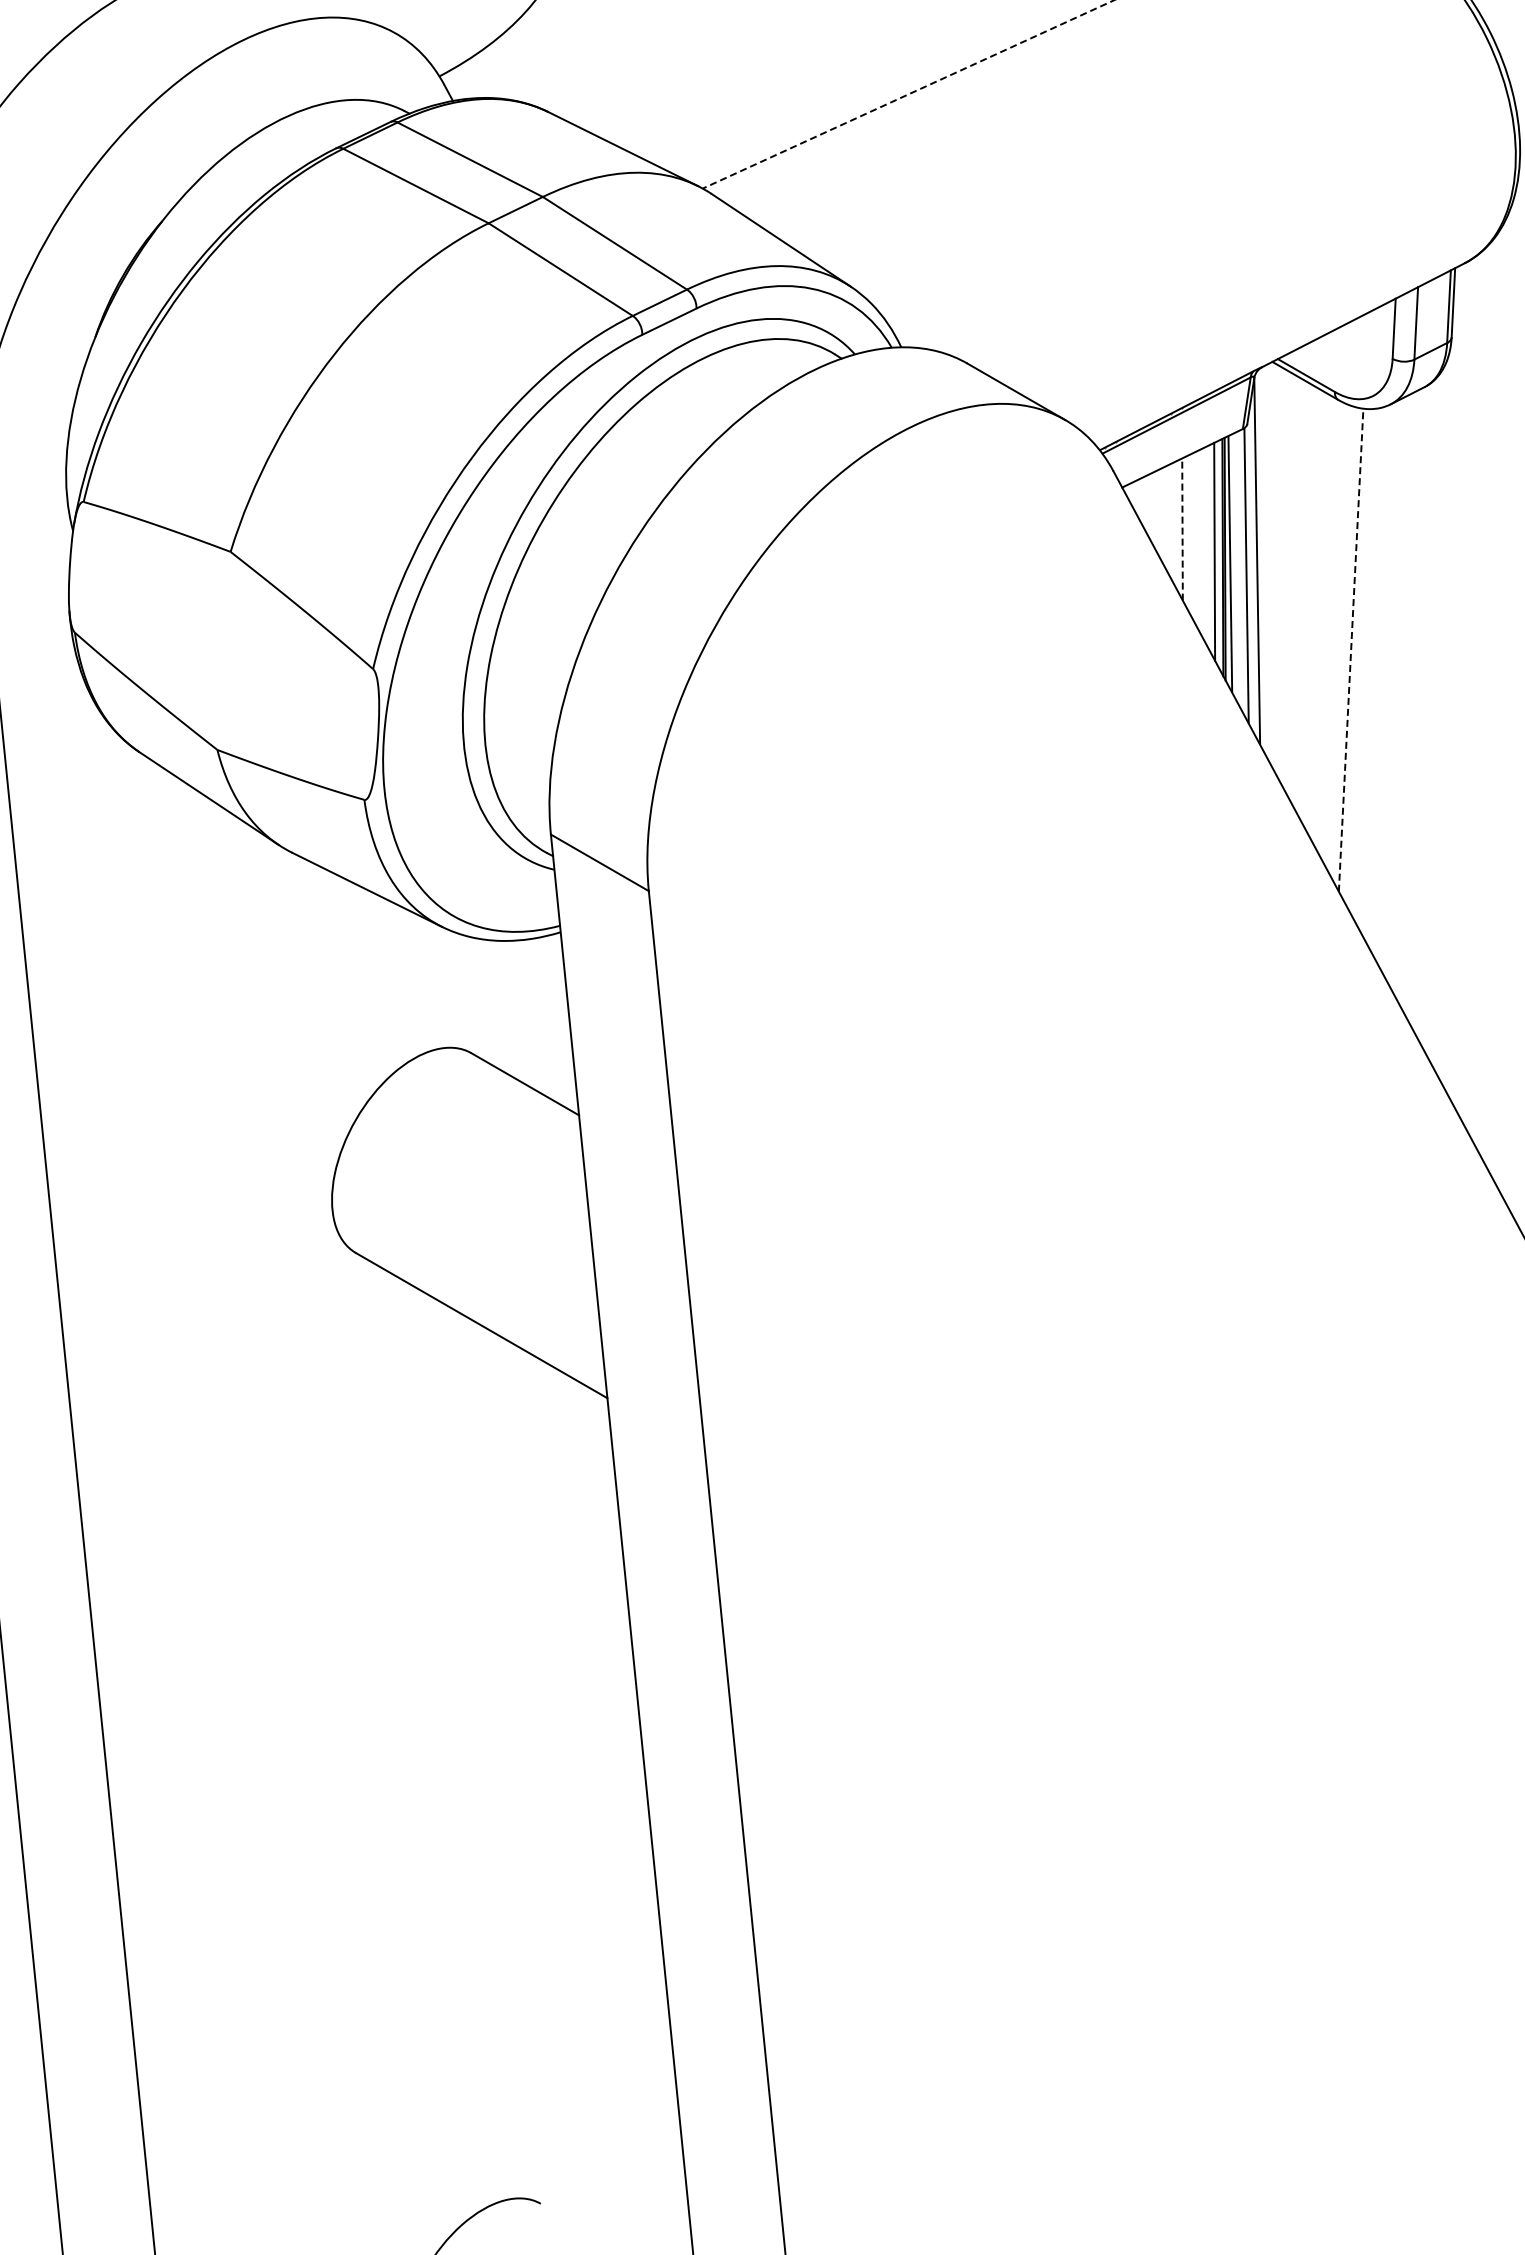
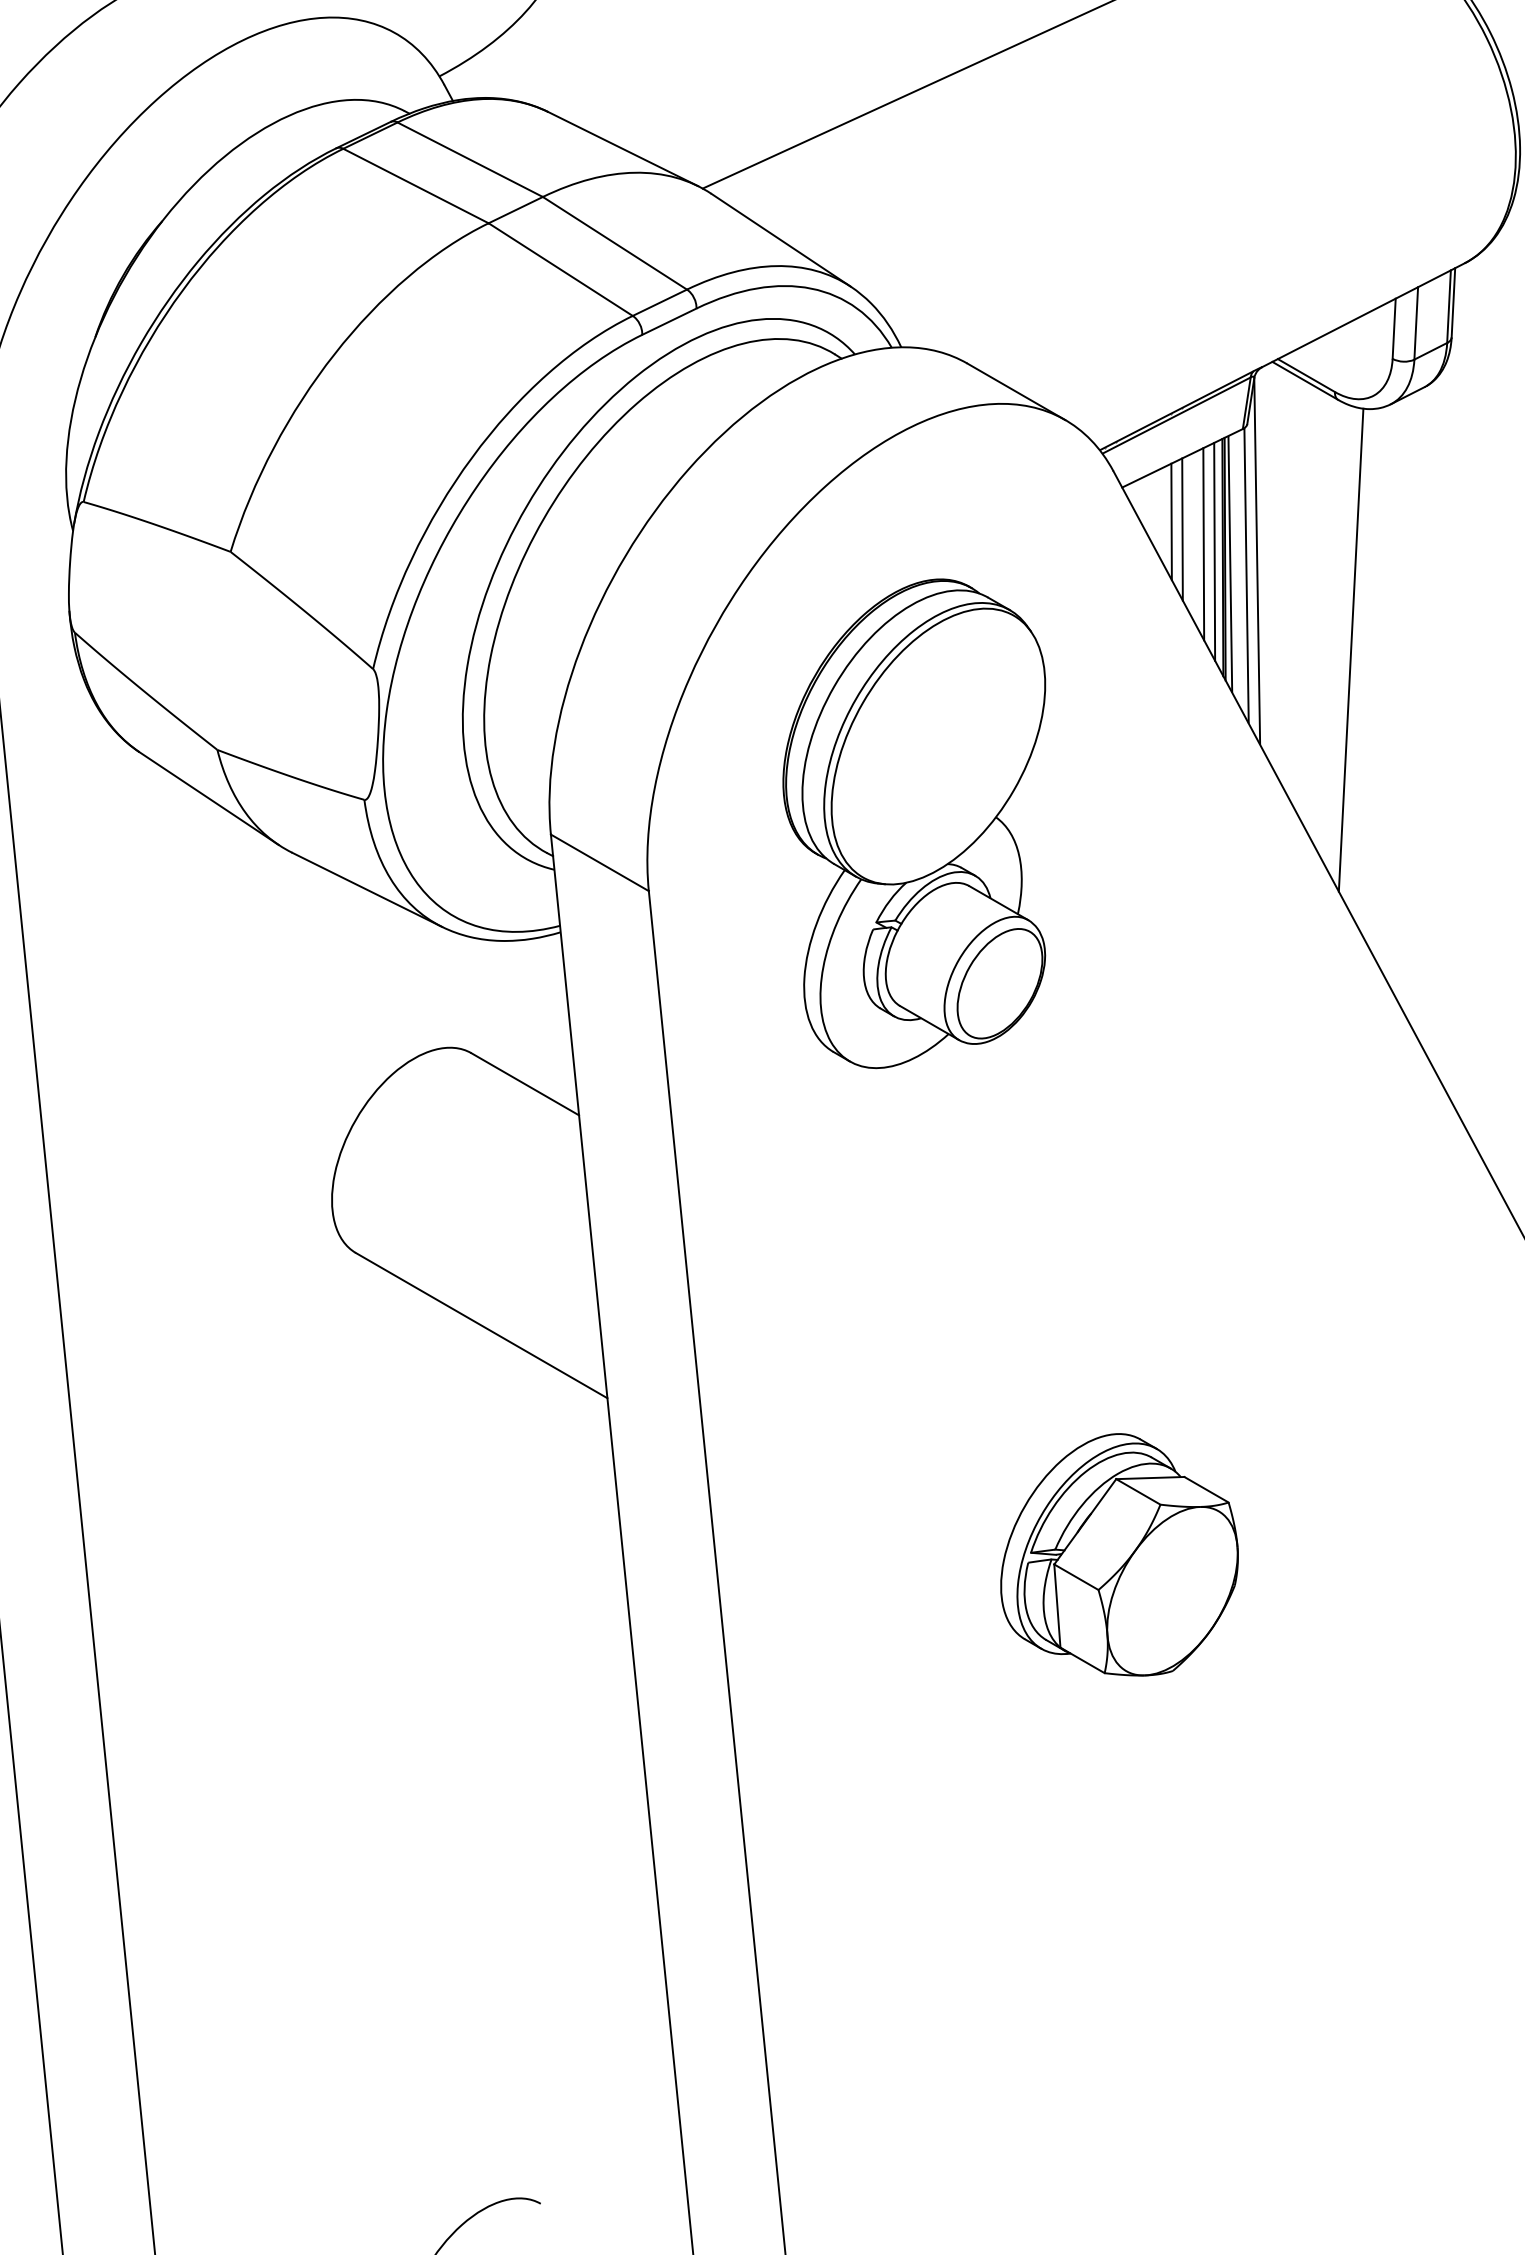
line at (908, 94): dashed -> solid
line at (1171, 521): none -> present
line at (1182, 529): dashed -> solid
line at (1203, 544): none -> present
line at (1351, 650): dashed -> solid
part at (914, 823): none -> present
part at (1119, 1554): none -> present
